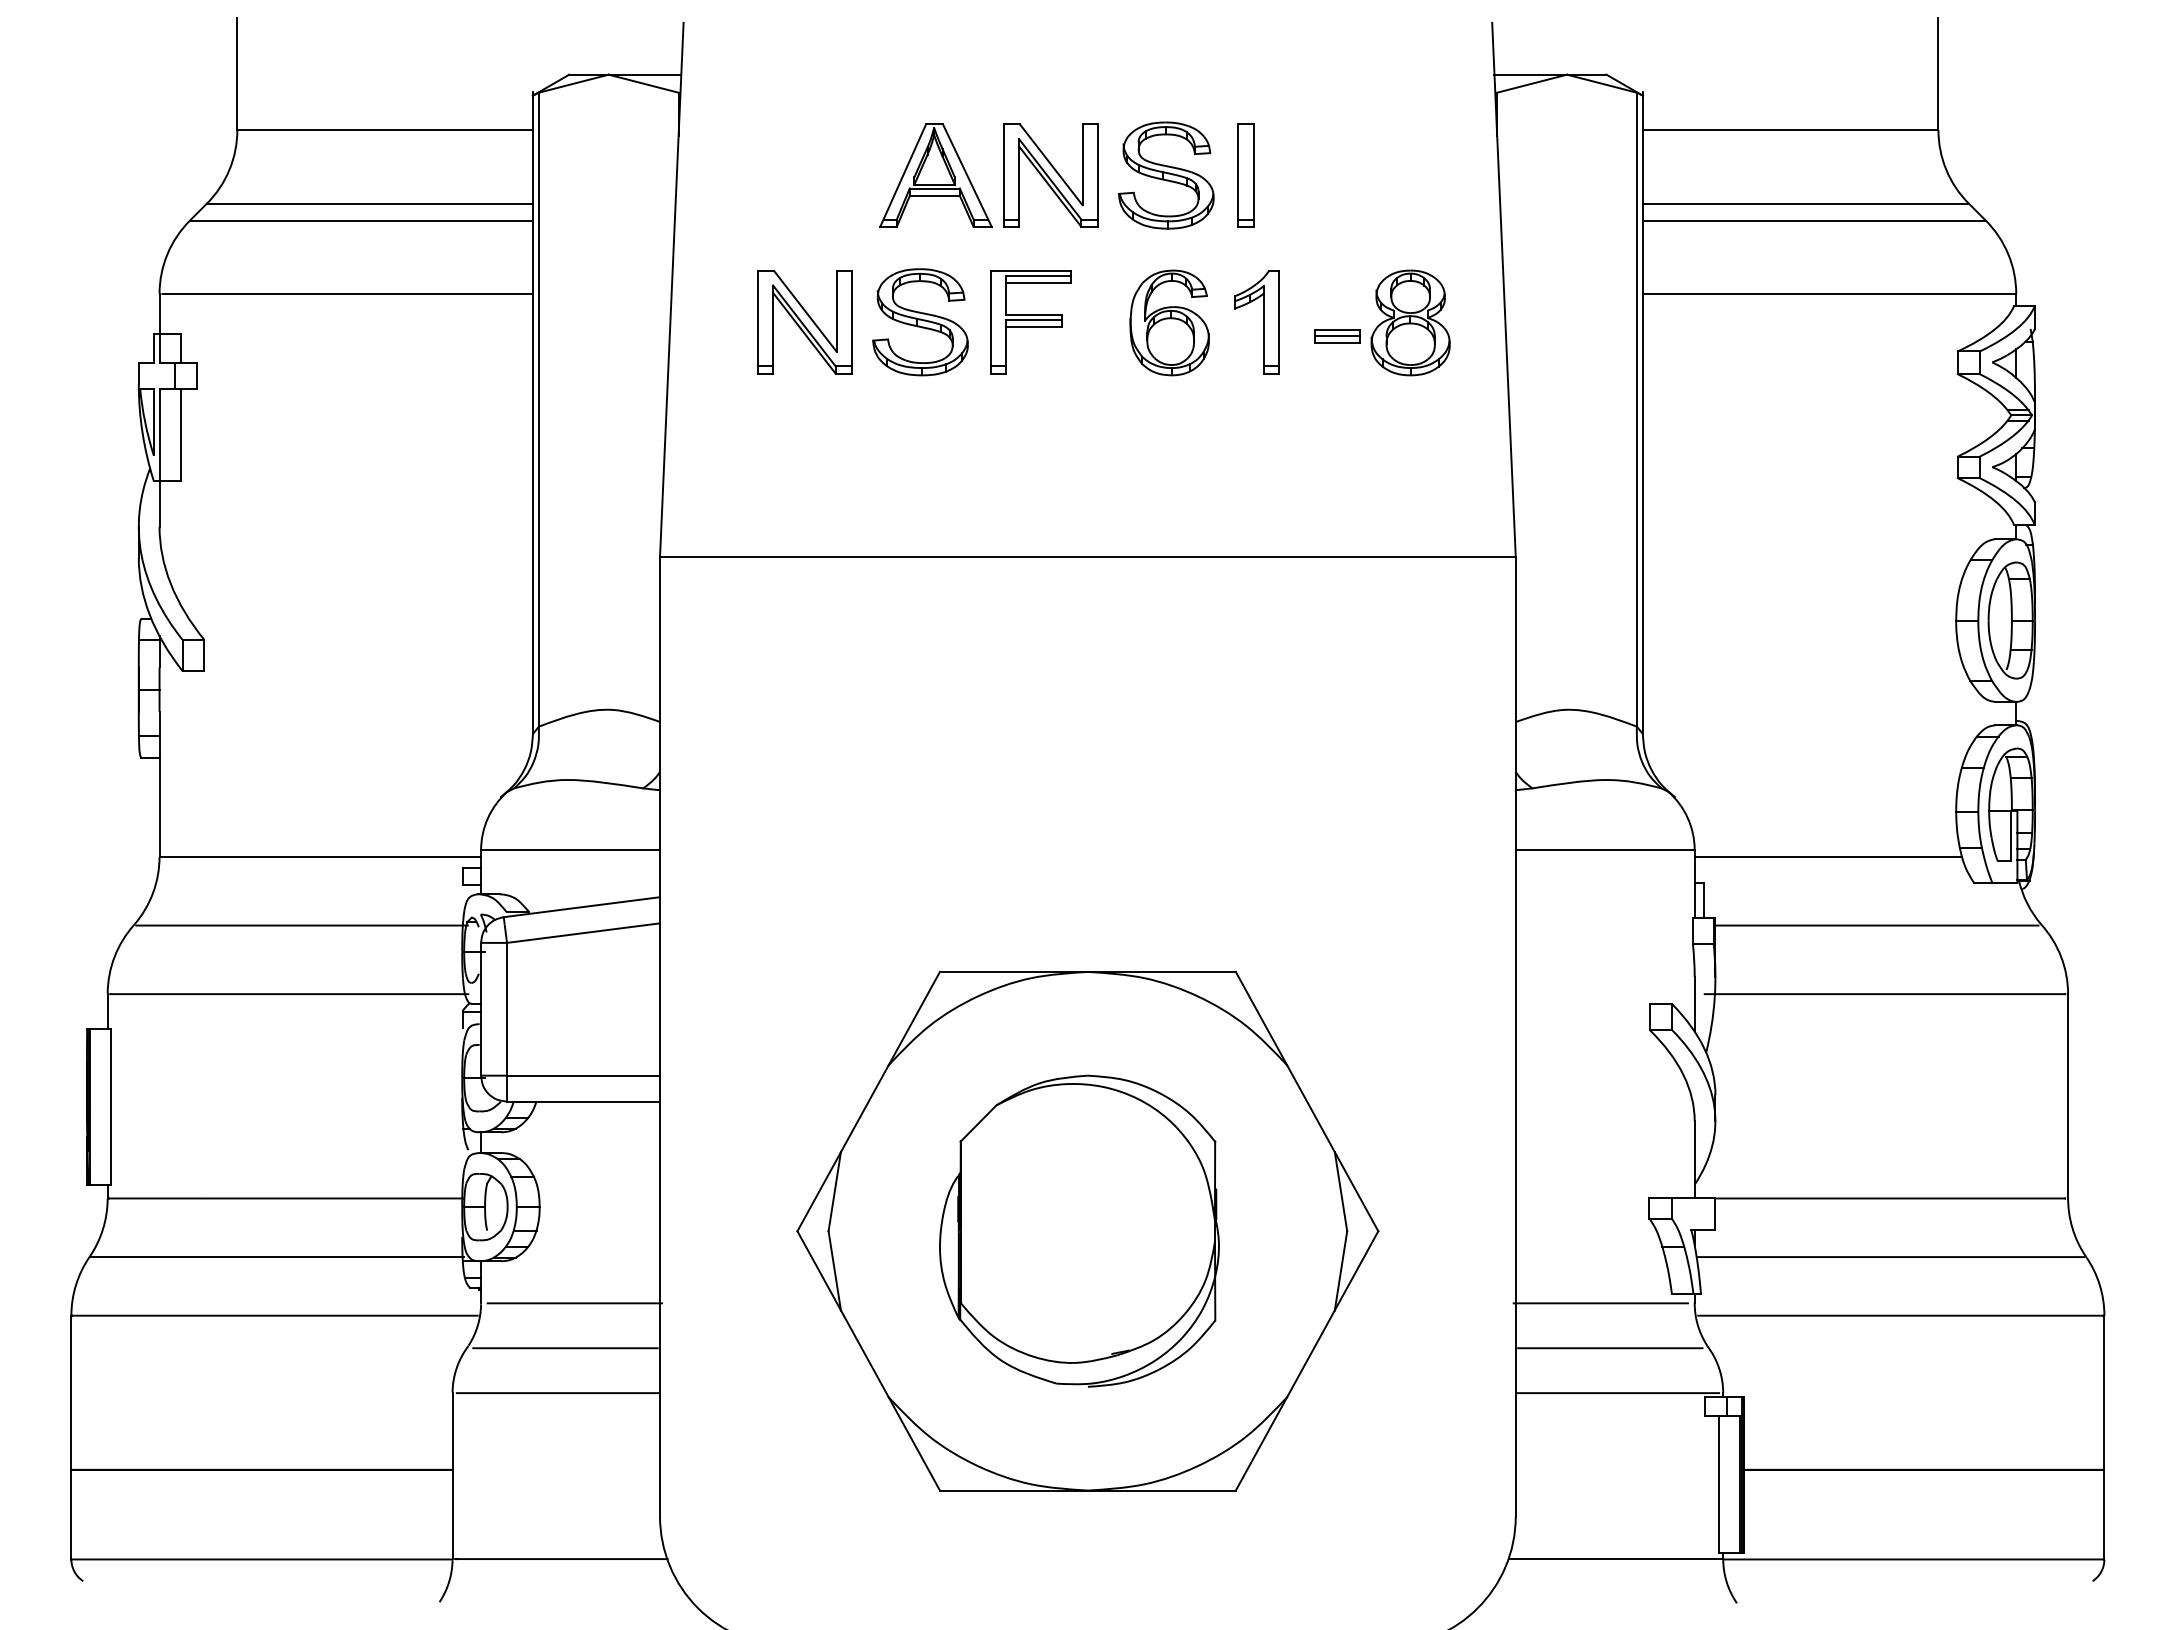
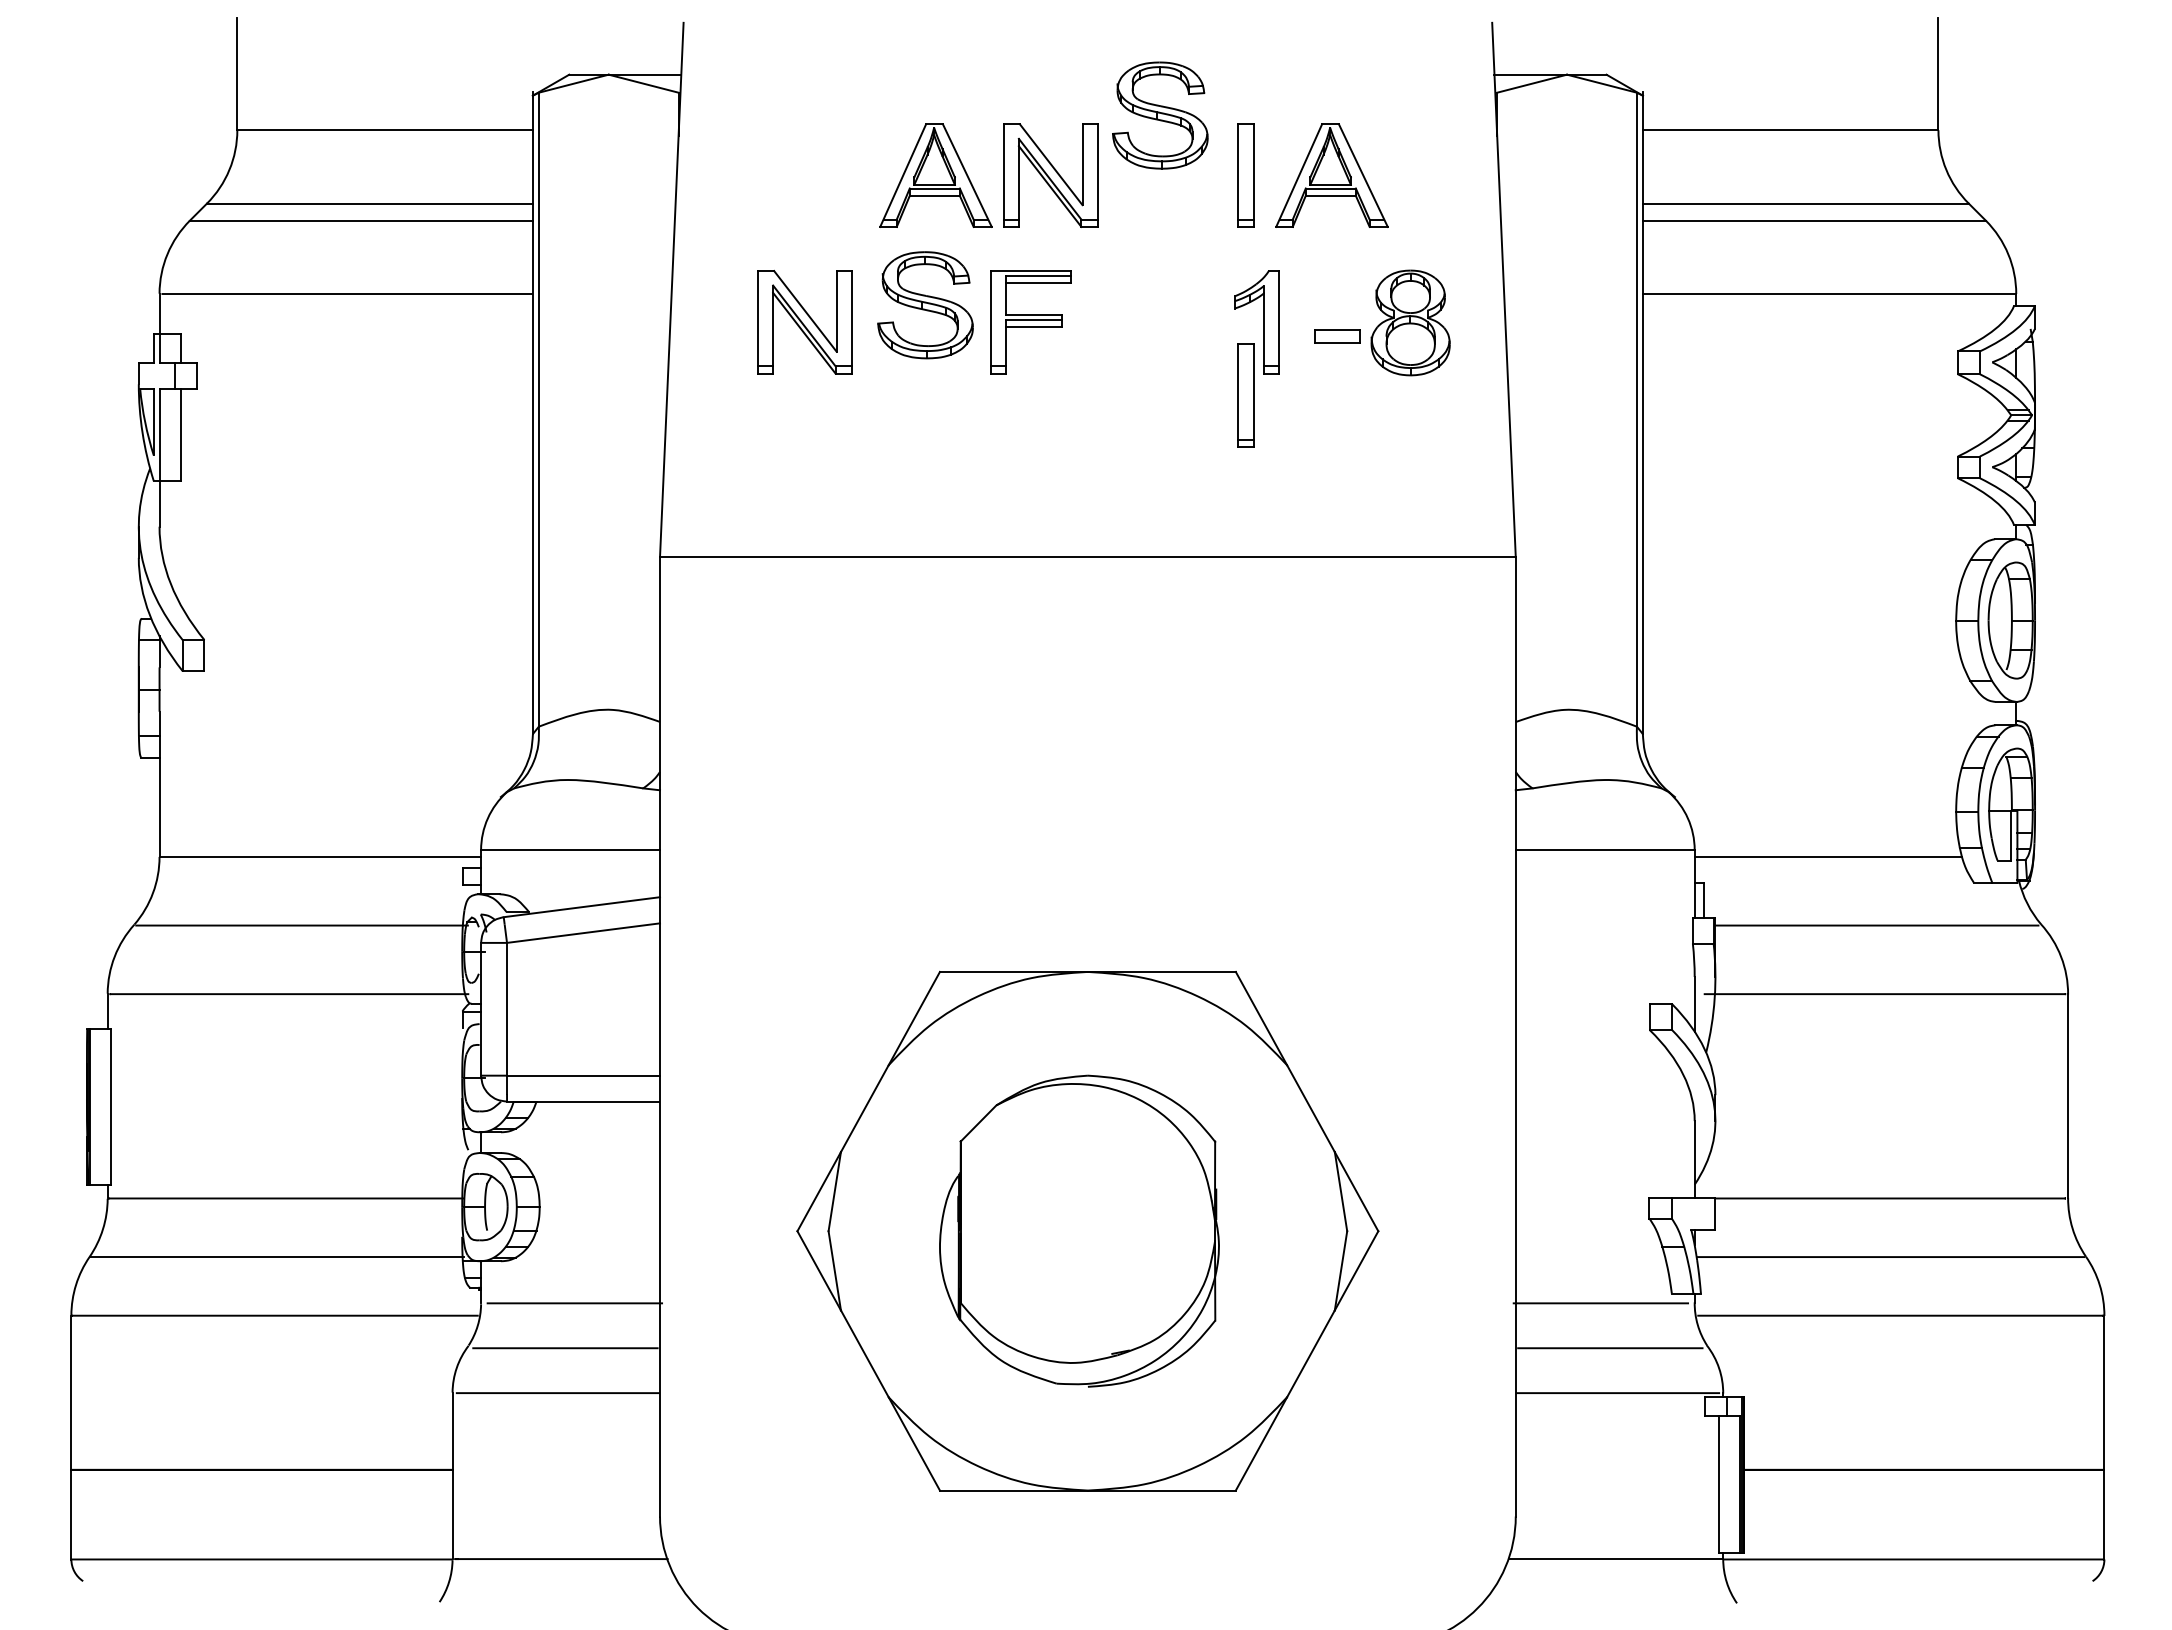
part at (1166, 175) position: (1166, 175) -> (1160, 115)
part at (1331, 175): none -> present
part at (920, 322) position: (920, 322) -> (925, 305)
part at (1169, 322): present -> none
line at (1336, 335): present -> none
part at (1245, 395): none -> present
